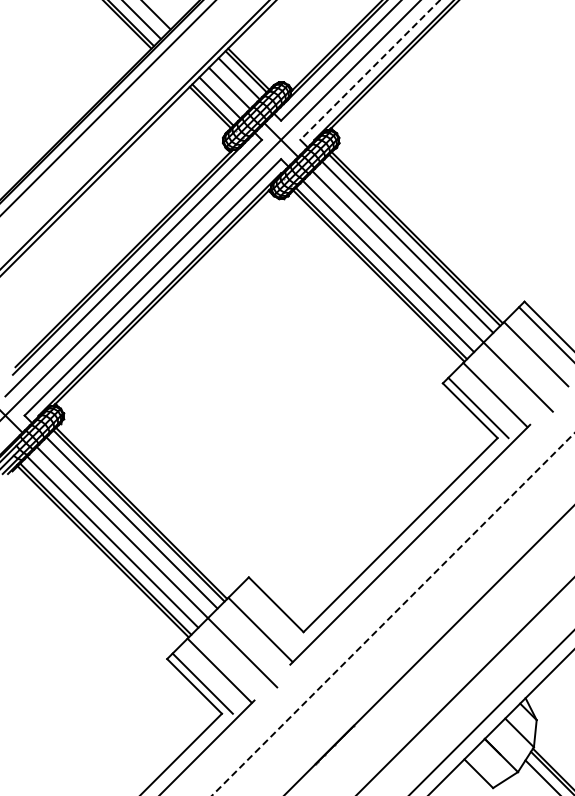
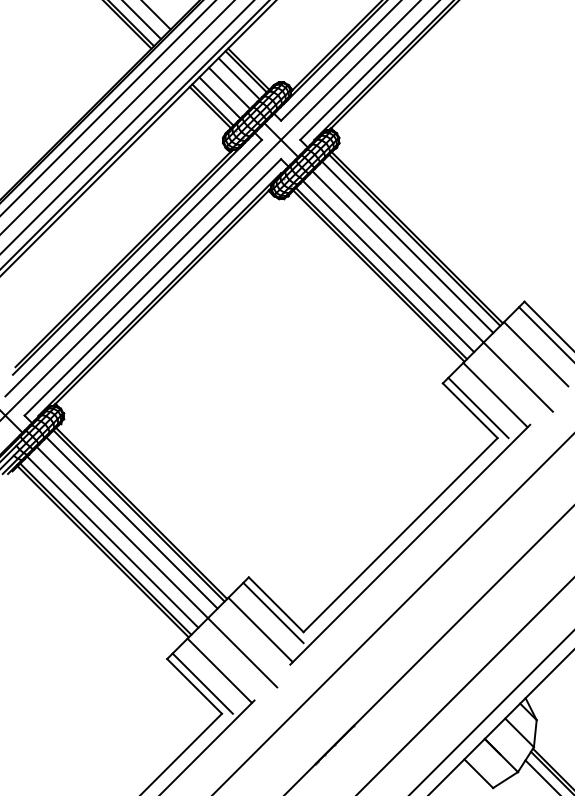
line at (370, 70): dashed -> solid
line at (117, 117): none -> present
line at (127, 127): none -> present
line at (273, 612): none -> present
line at (393, 614): dashed -> solid
